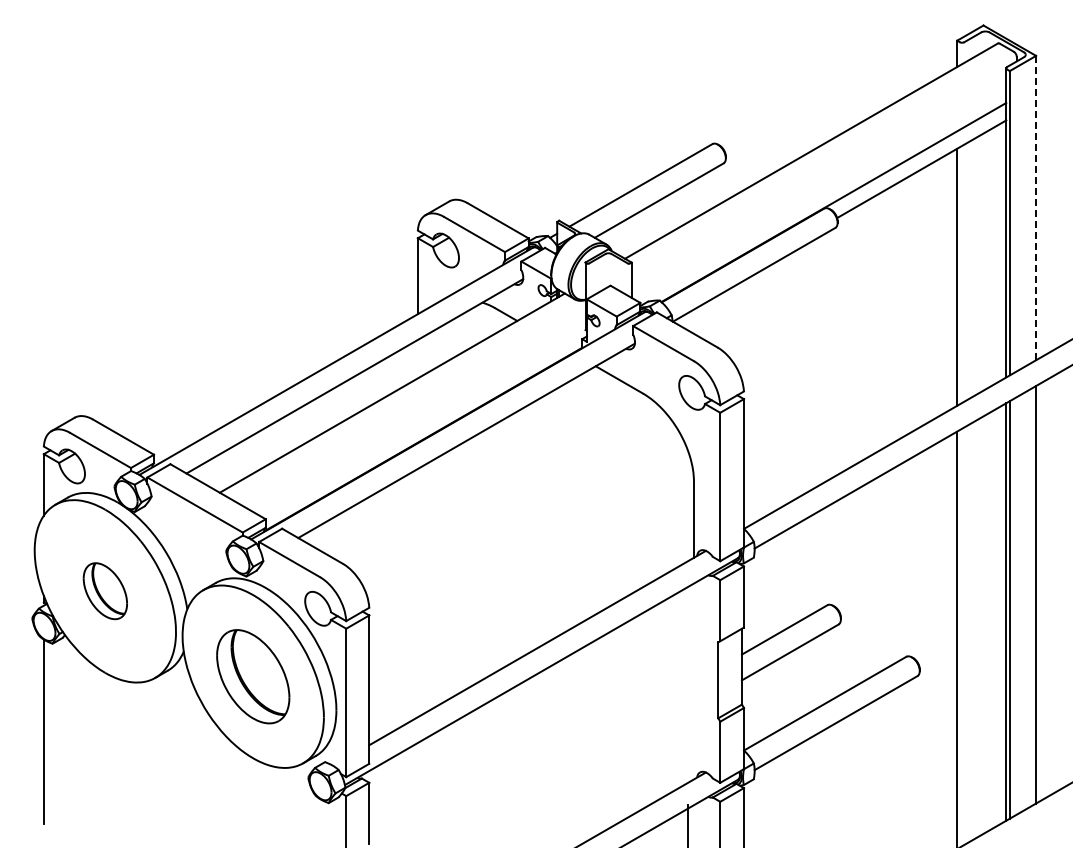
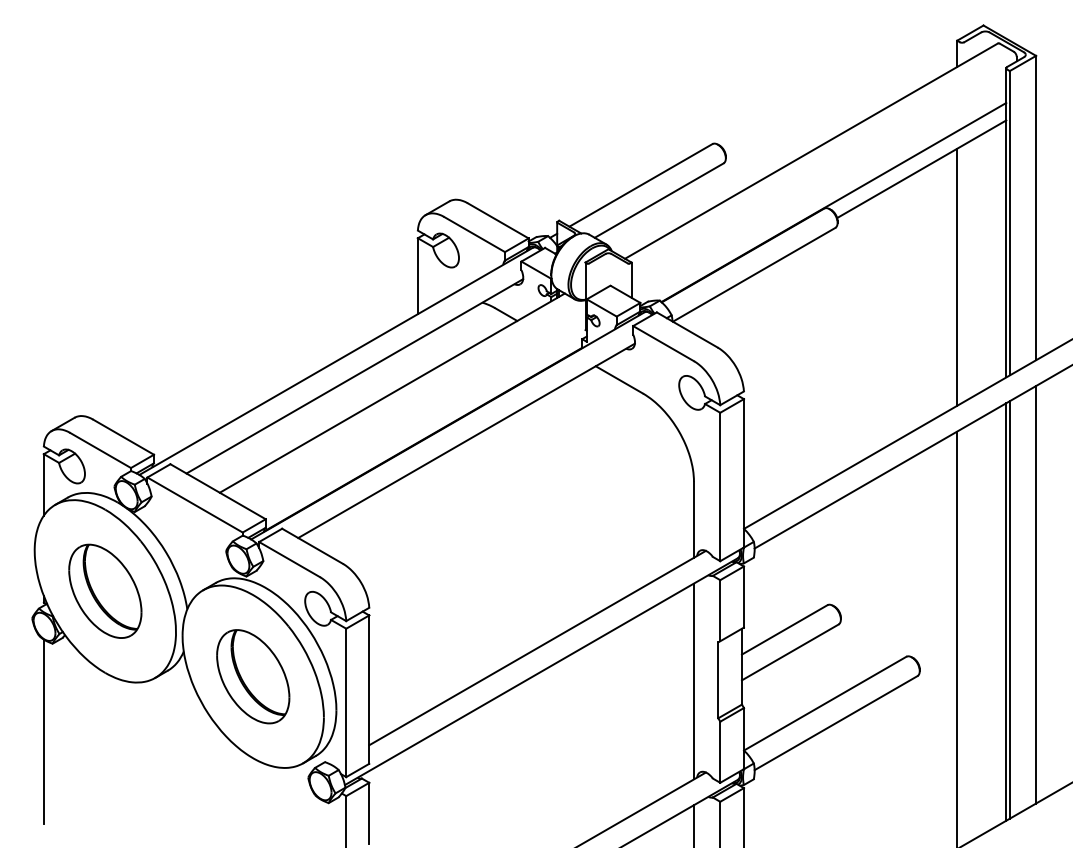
line at (1036, 207): dashed -> solid
part at (104, 591) size: 46x59 px -> 75x96 px
line at (693, 681): none -> present
line at (687, 824) position: (687, 824) -> (693, 824)
